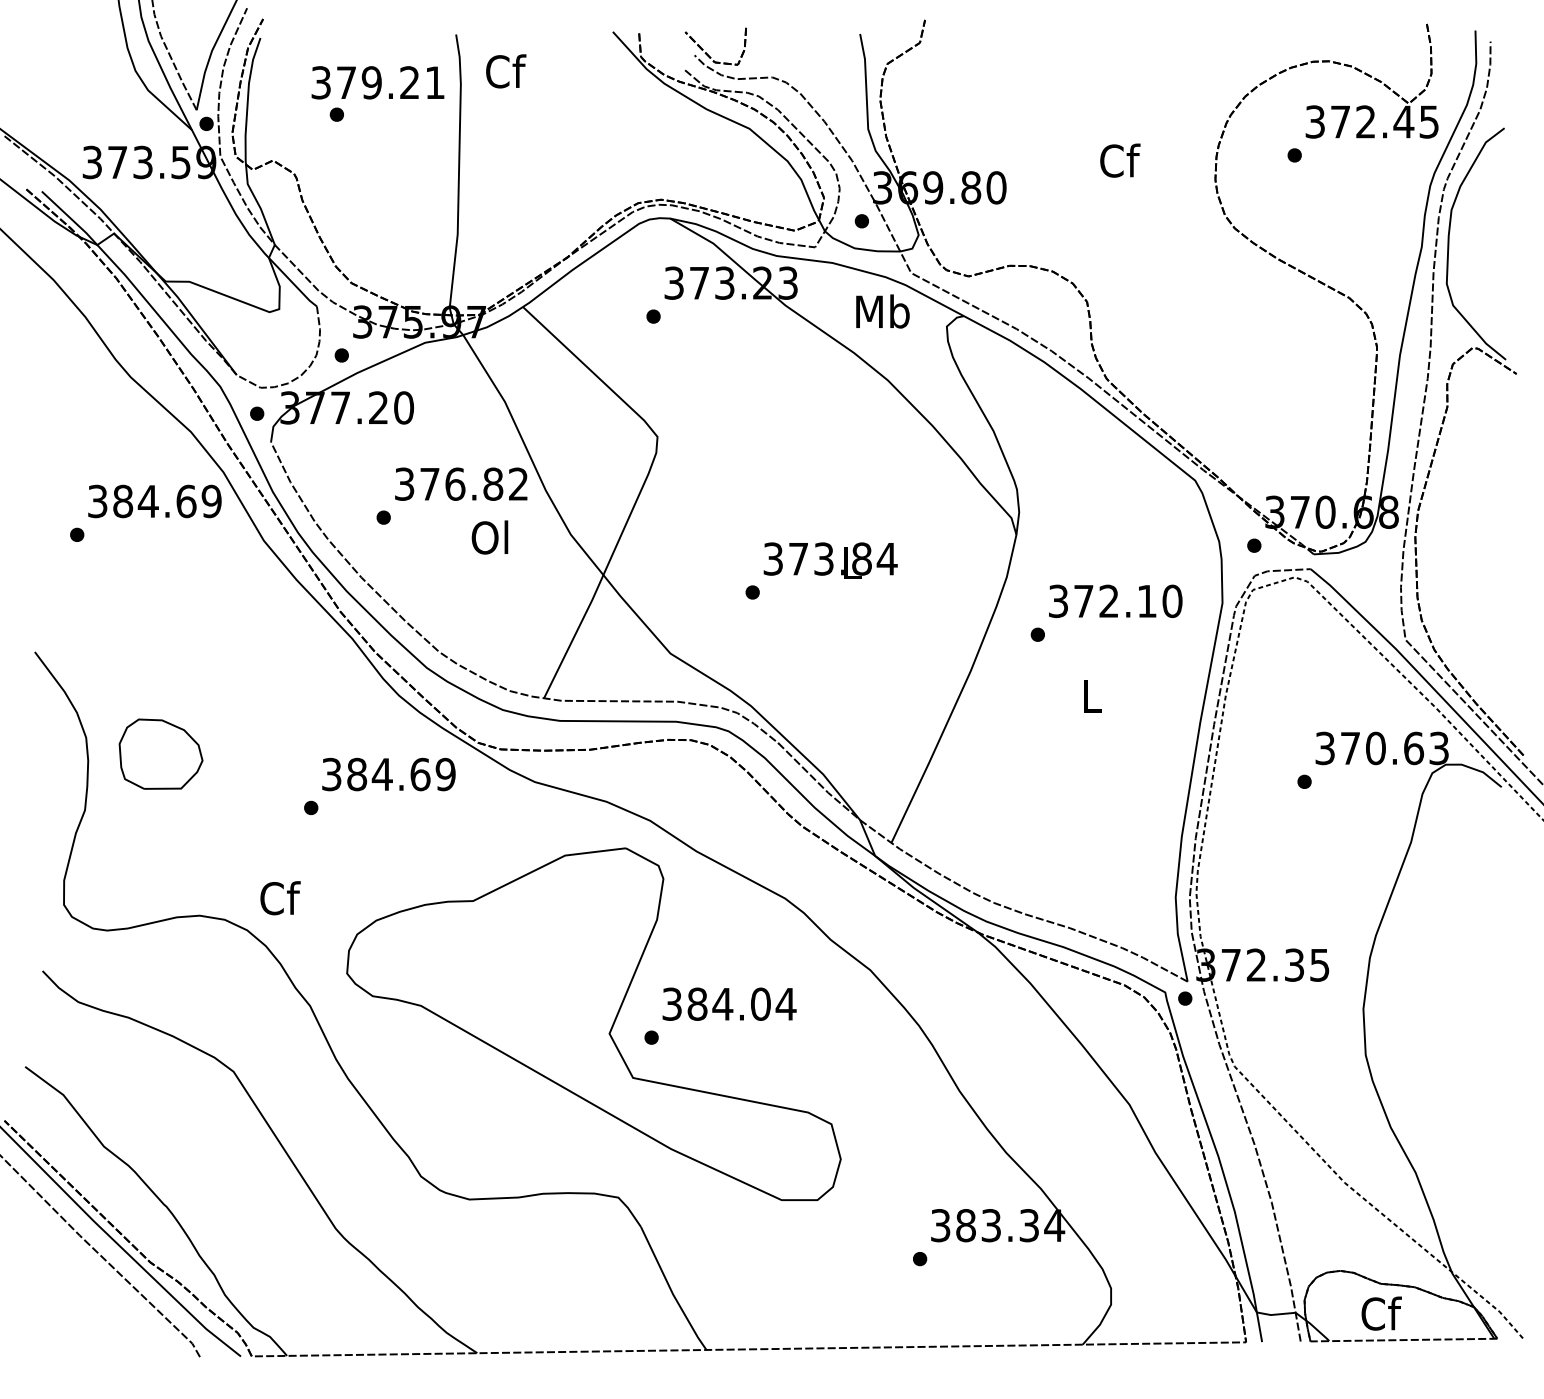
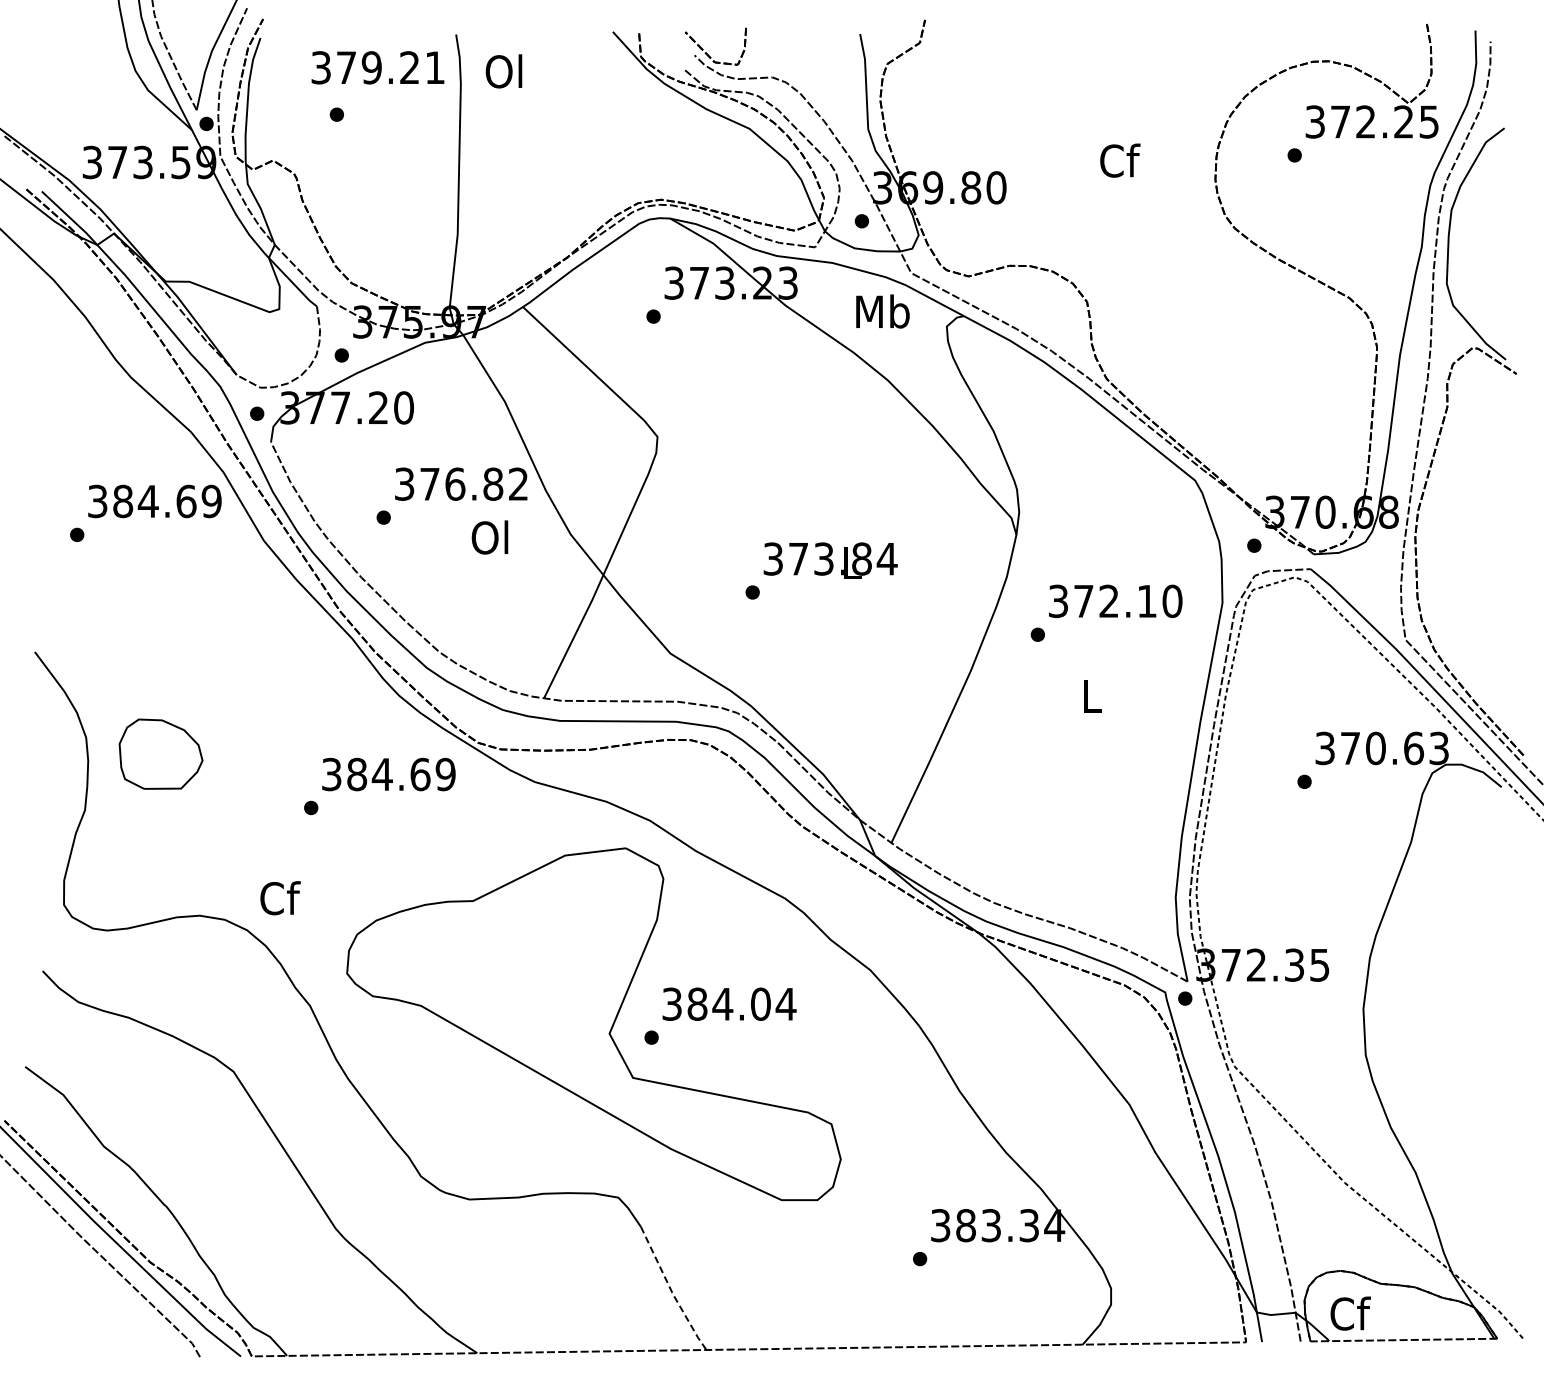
text at (505, 71): Cf -> Ol
text at (377, 82) position: (377, 82) -> (377, 67)
text at (1403, 121): 372.45 -> 372.25
line at (671, 1290): solid -> dashed
text at (1381, 1313) position: (1381, 1313) -> (1350, 1313)
